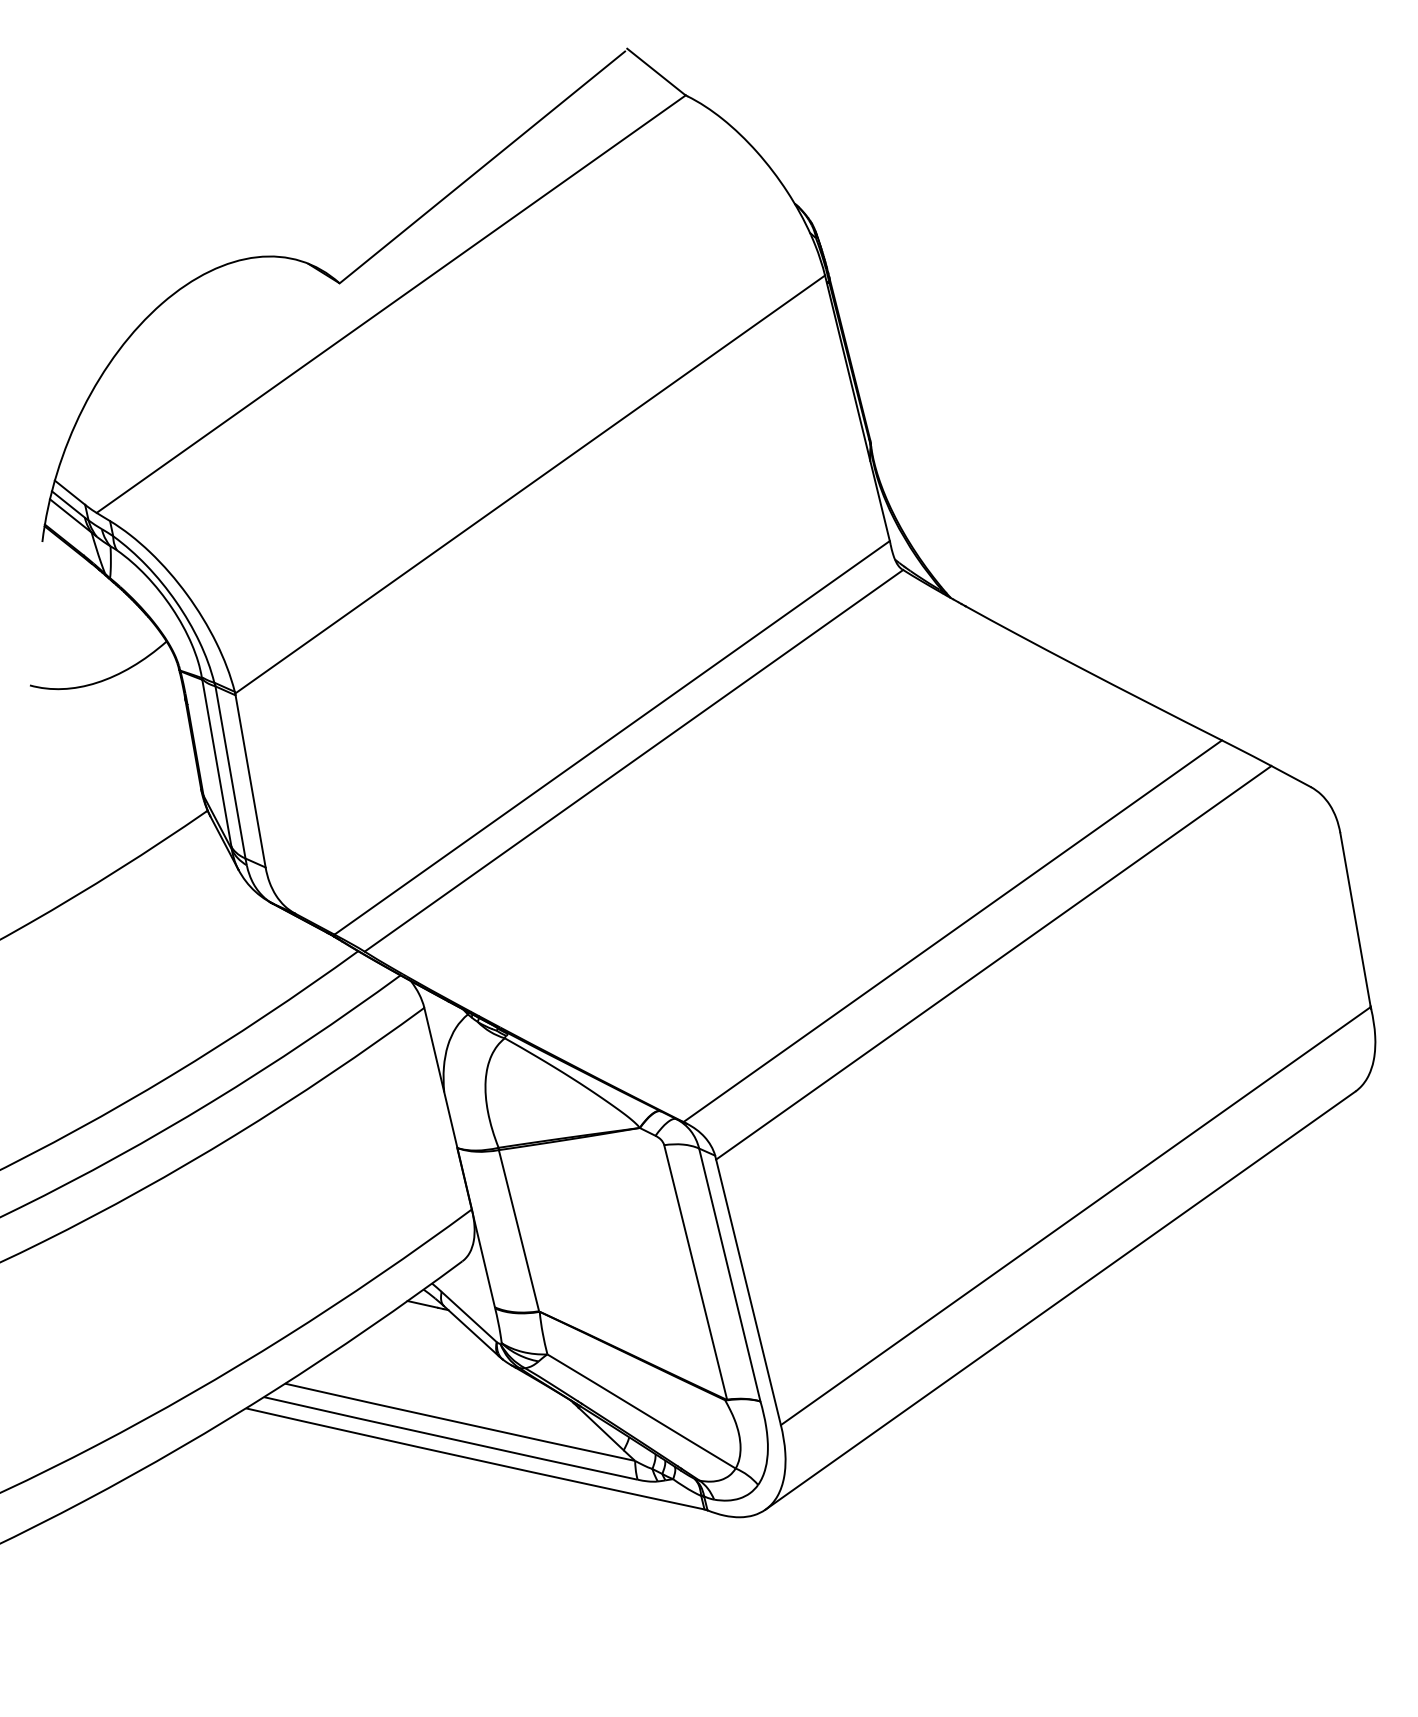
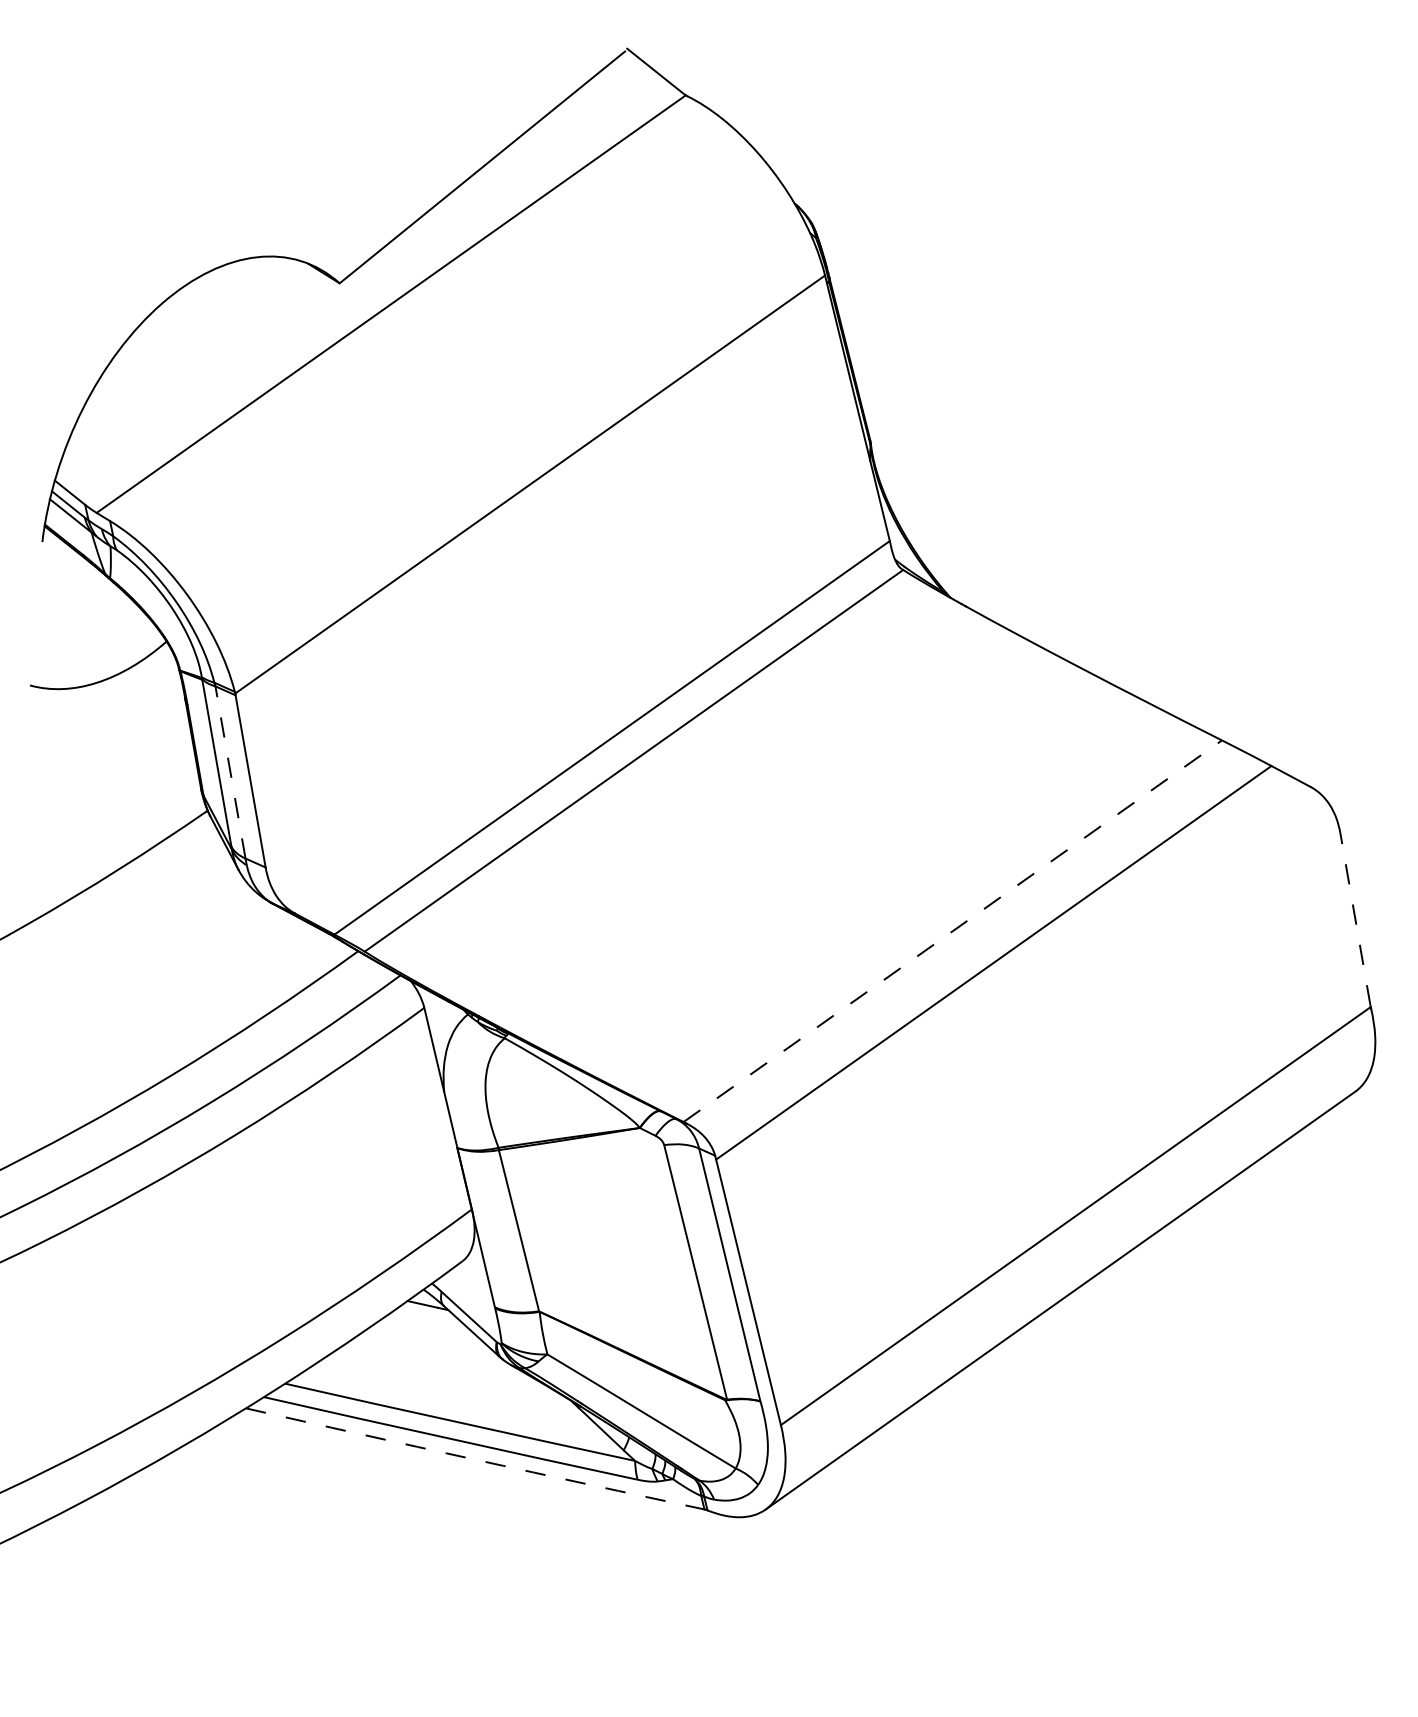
line at (230, 771): solid -> dashed
line at (1355, 918): solid -> dashed
line at (953, 930): solid -> dashed
arc at (475, 1459): solid -> dashed
